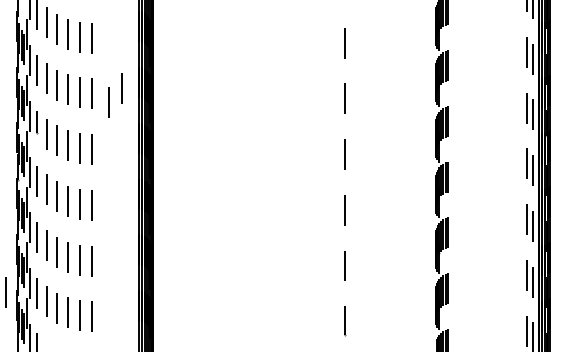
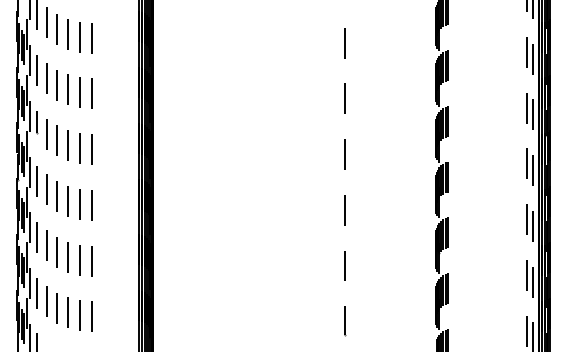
line at (121, 88): present -> none
line at (108, 102): present -> none
line at (5, 292): present -> none
